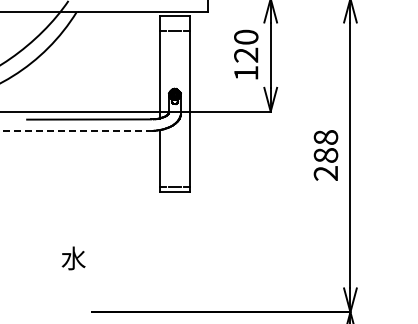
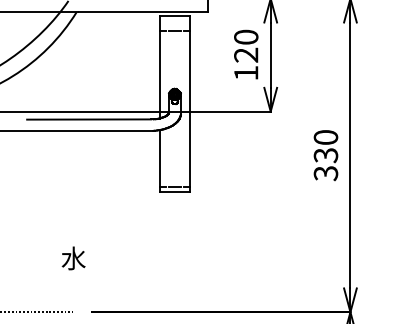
line at (76, 130): dashed -> solid
text at (325, 155): 288 -> 330
line at (37, 312): none -> present
